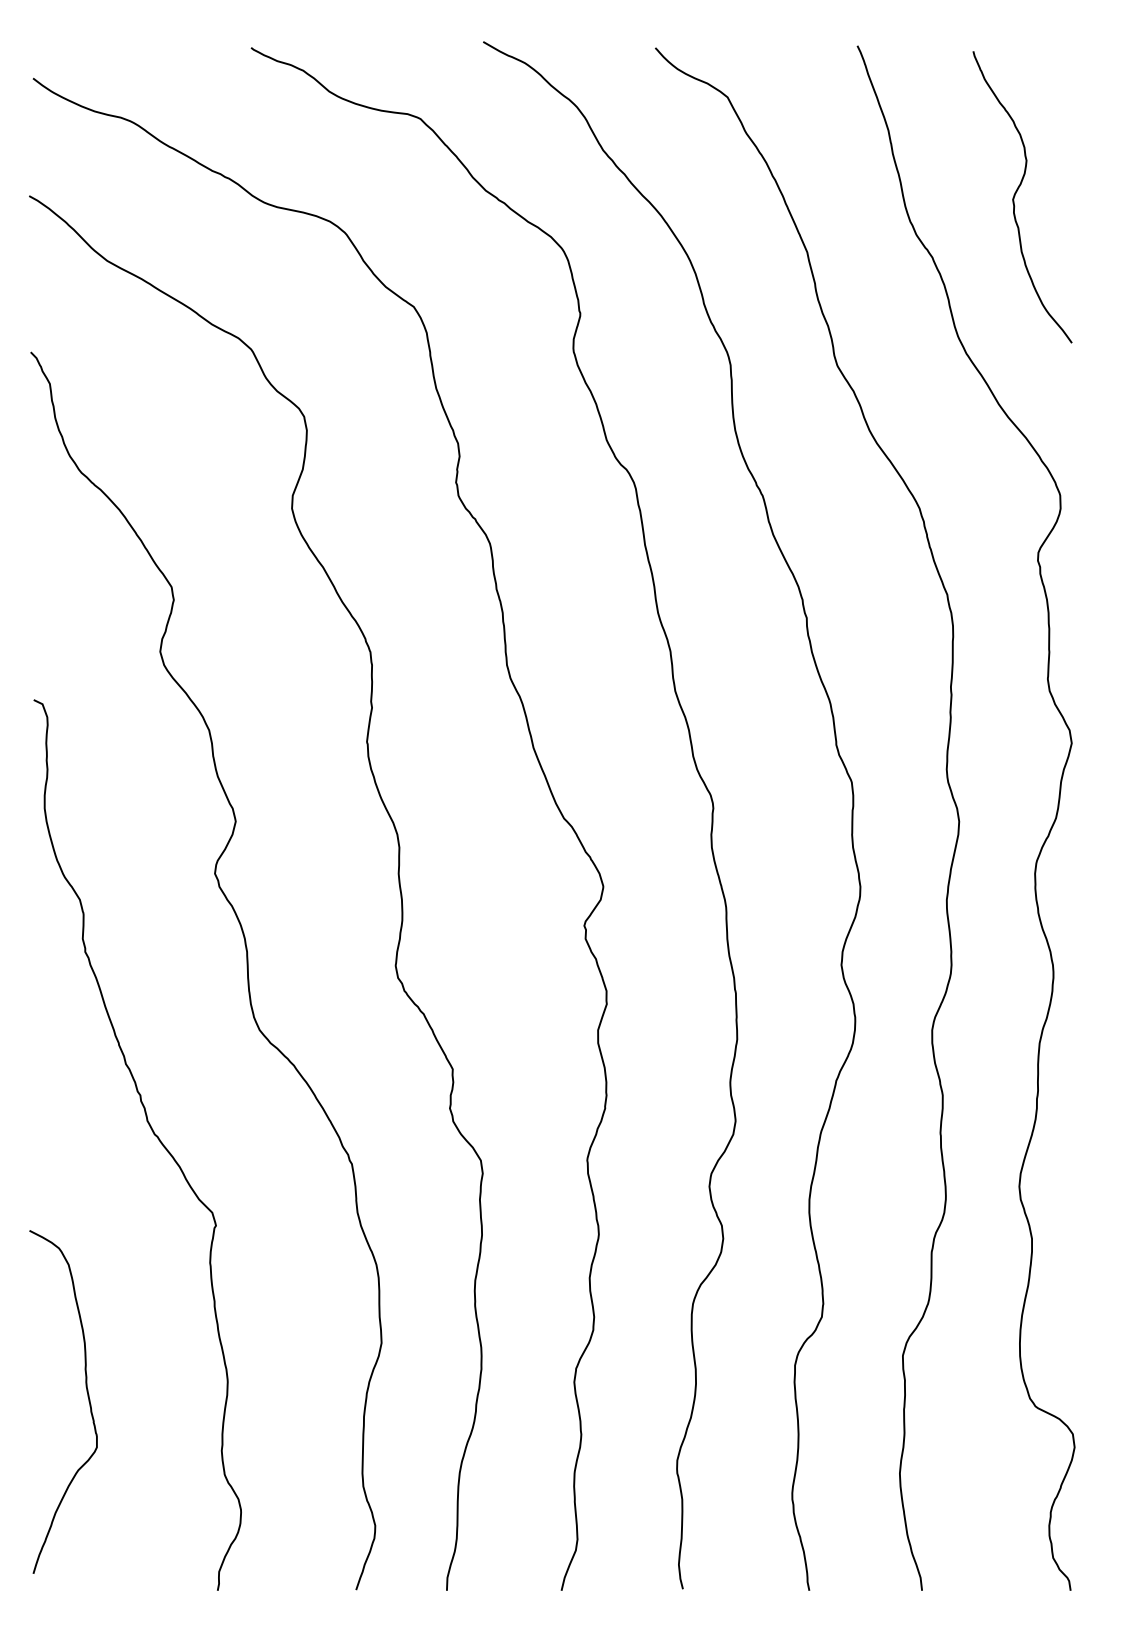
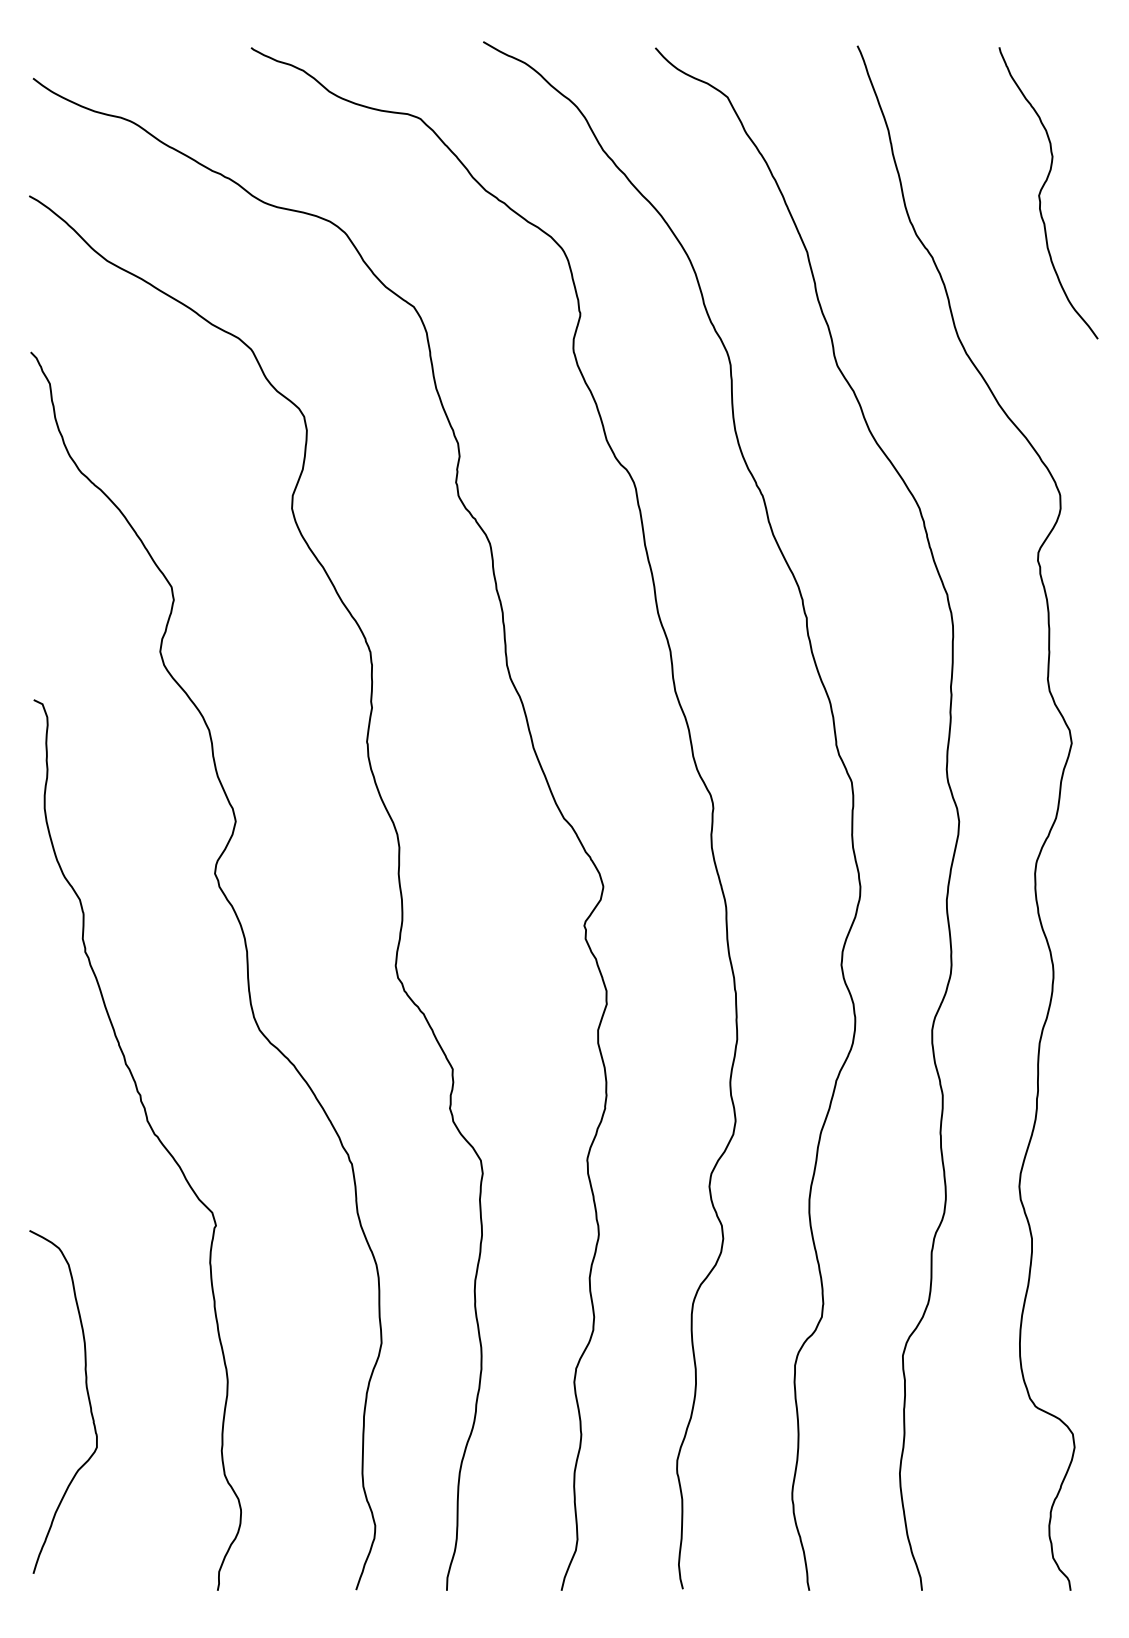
curve at (1015, 196) position: (1015, 196) -> (1041, 192)
